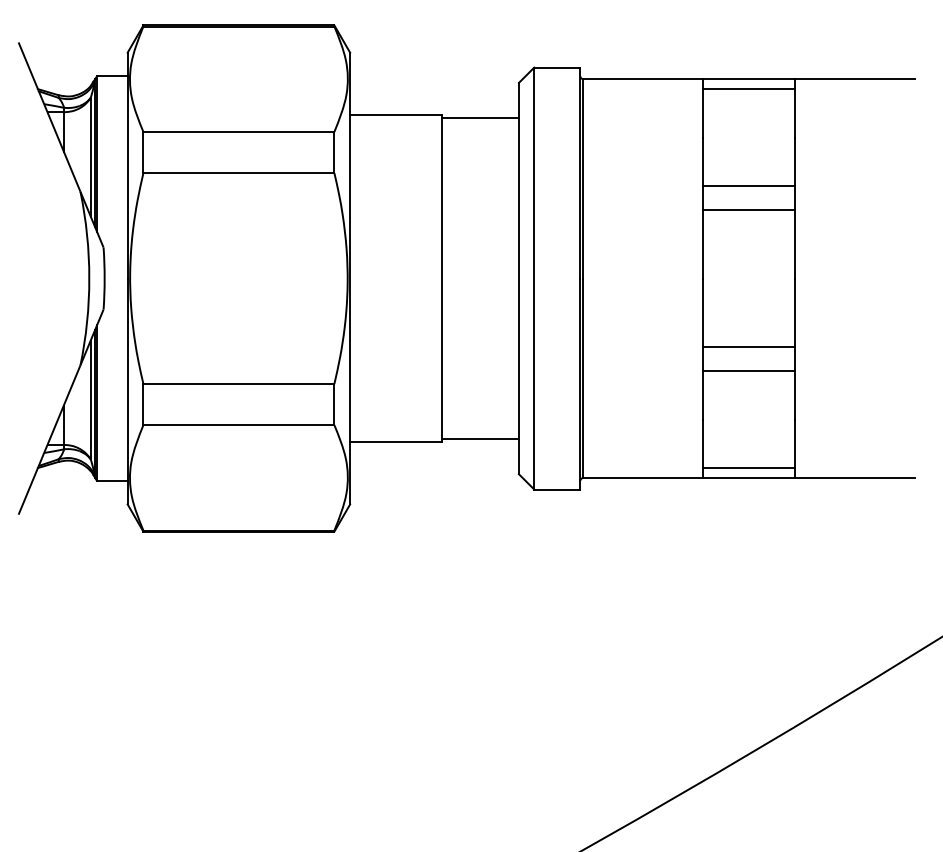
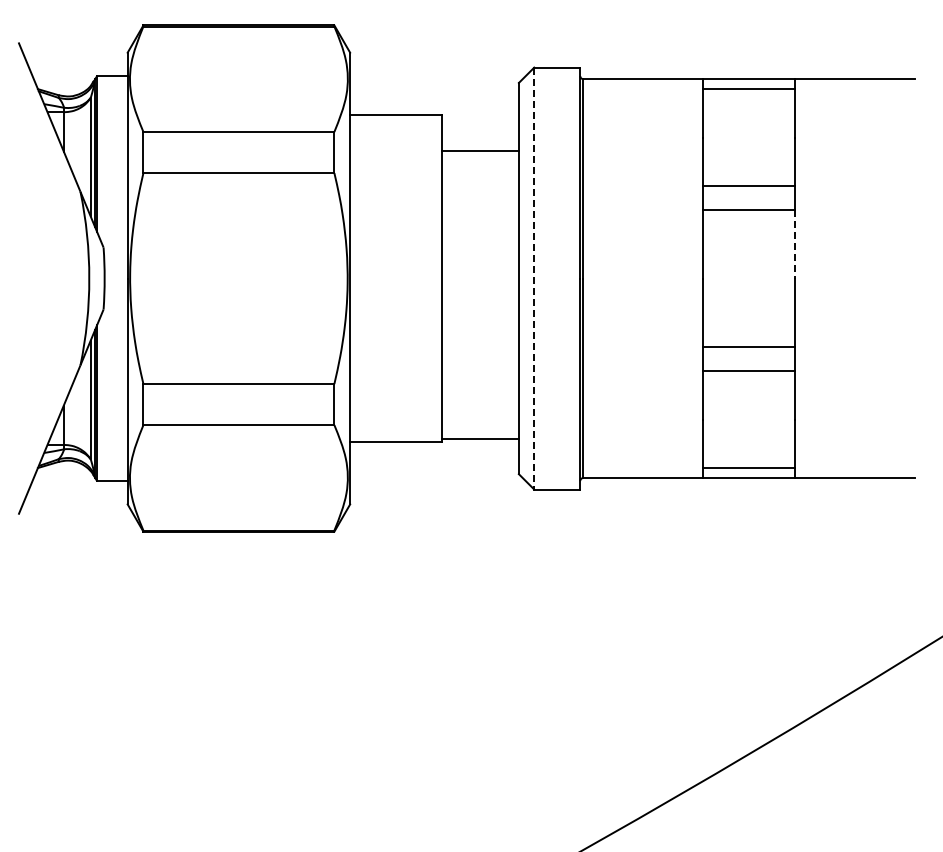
line at (480, 117) position: (480, 117) -> (480, 150)
line at (795, 244): solid -> dashed
line at (534, 278): solid -> dashed
